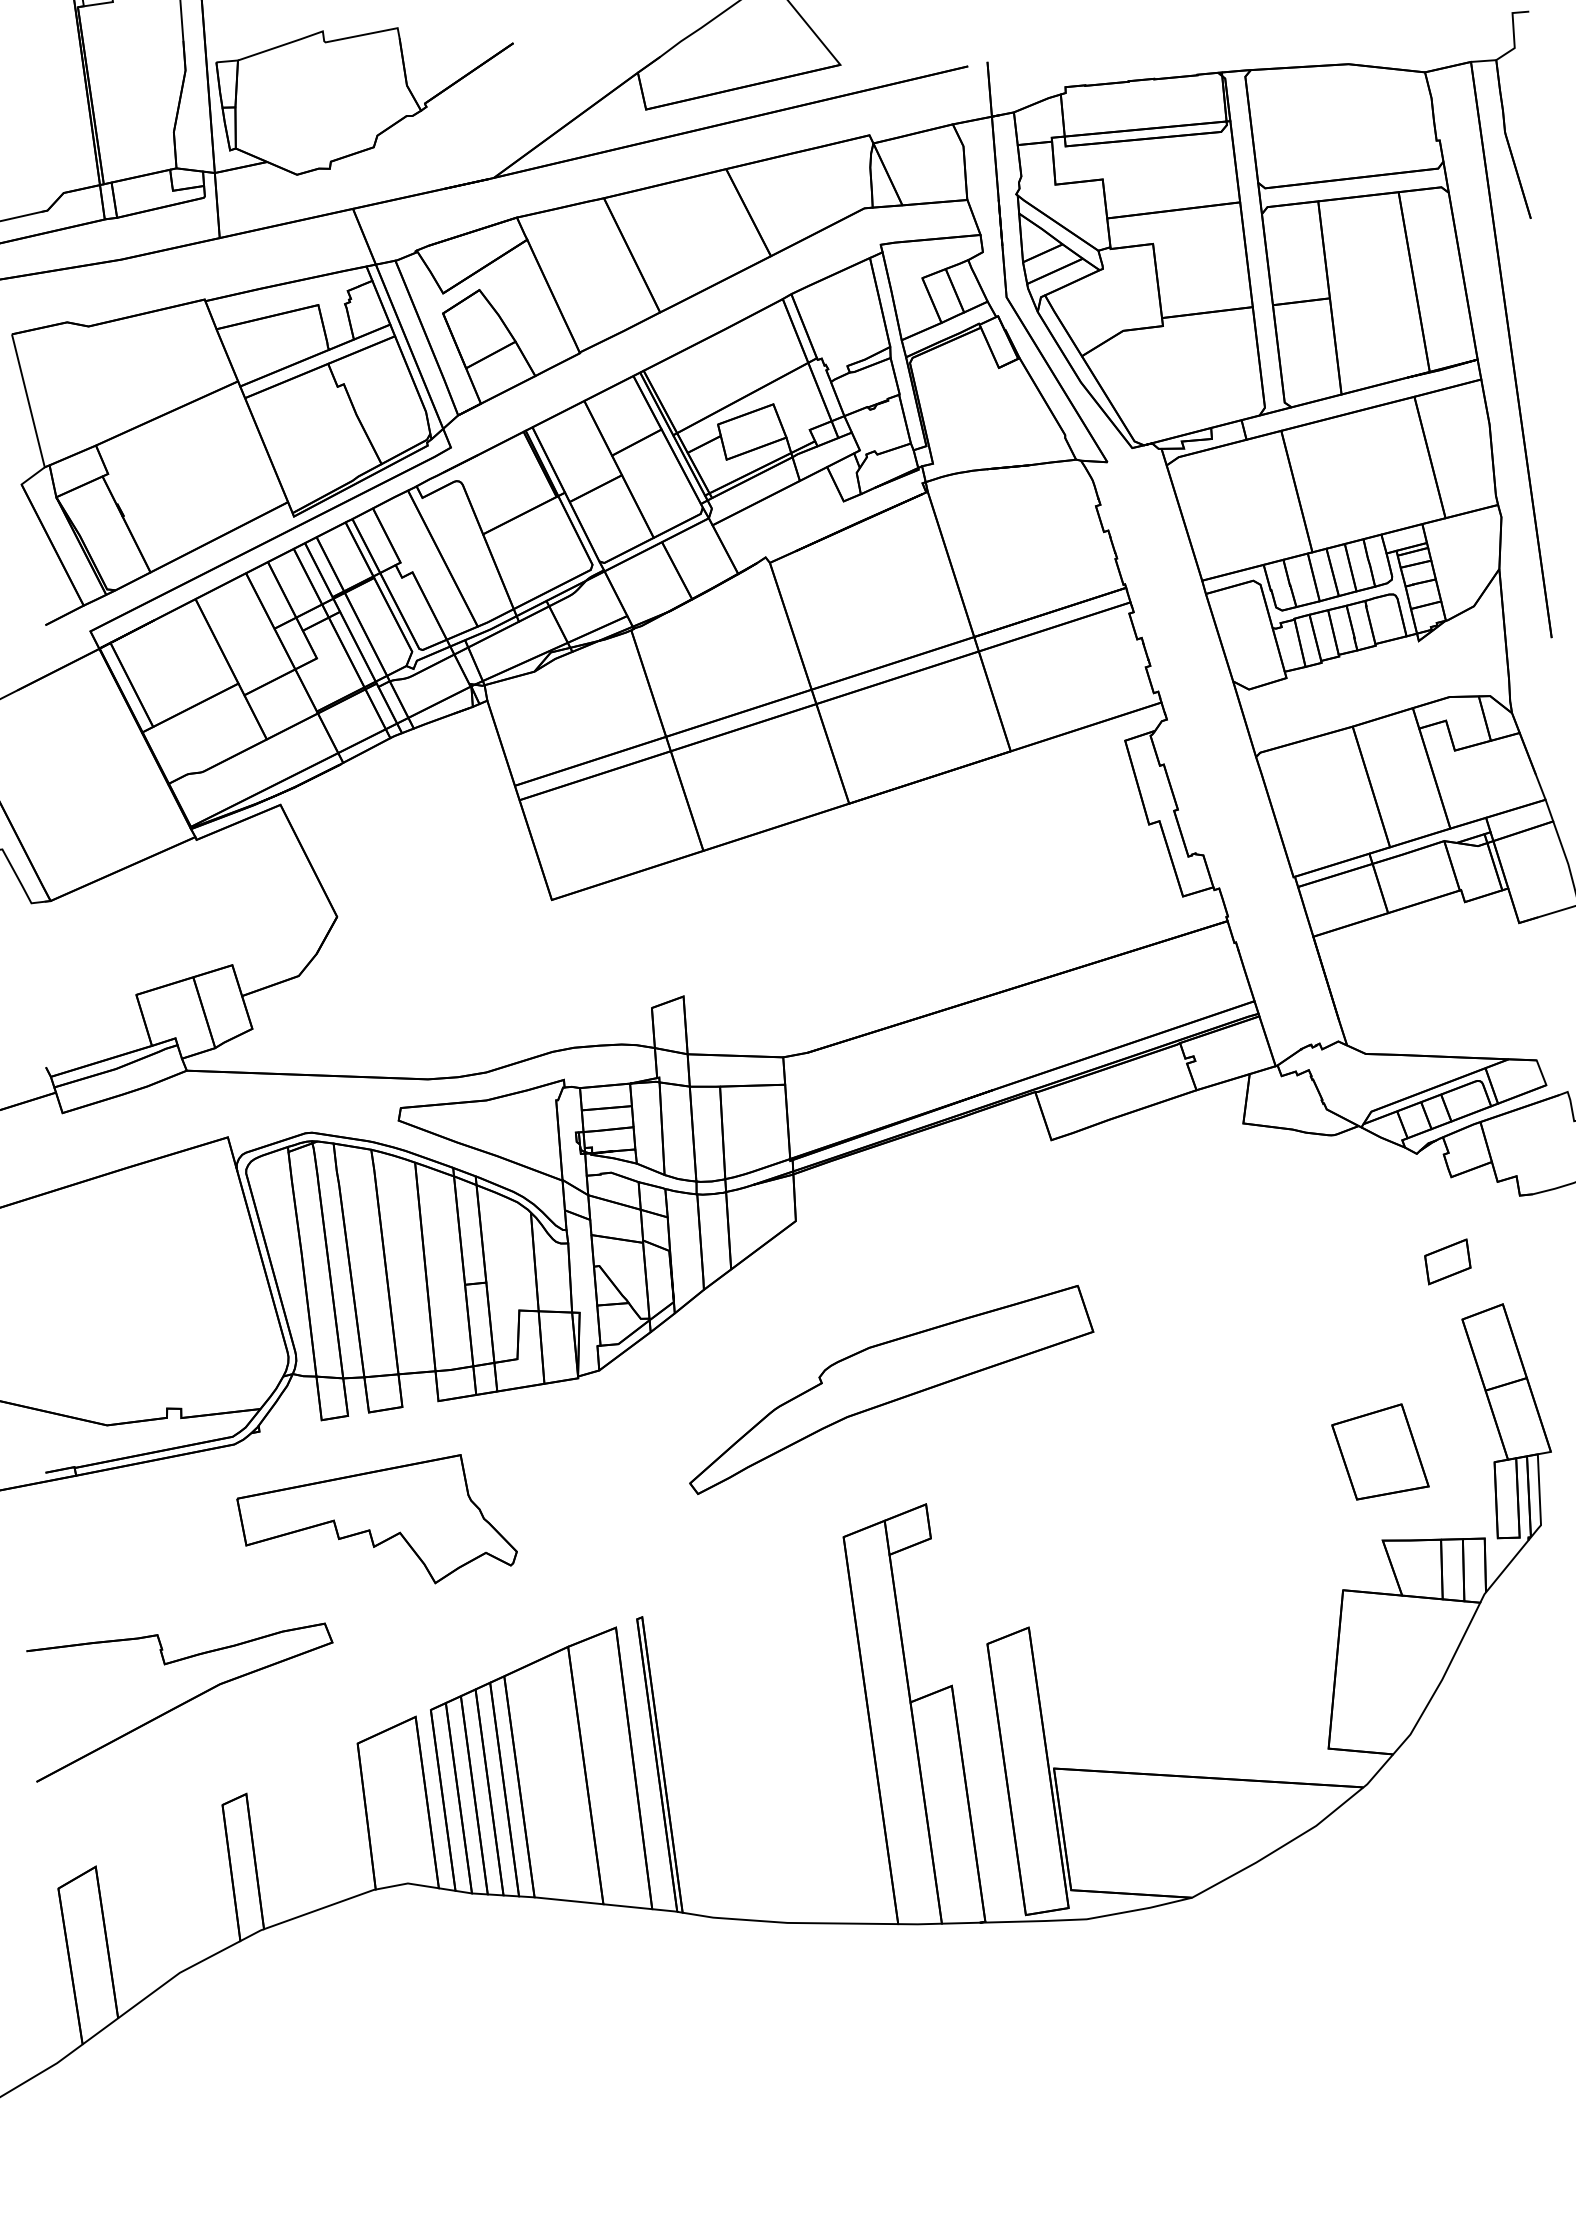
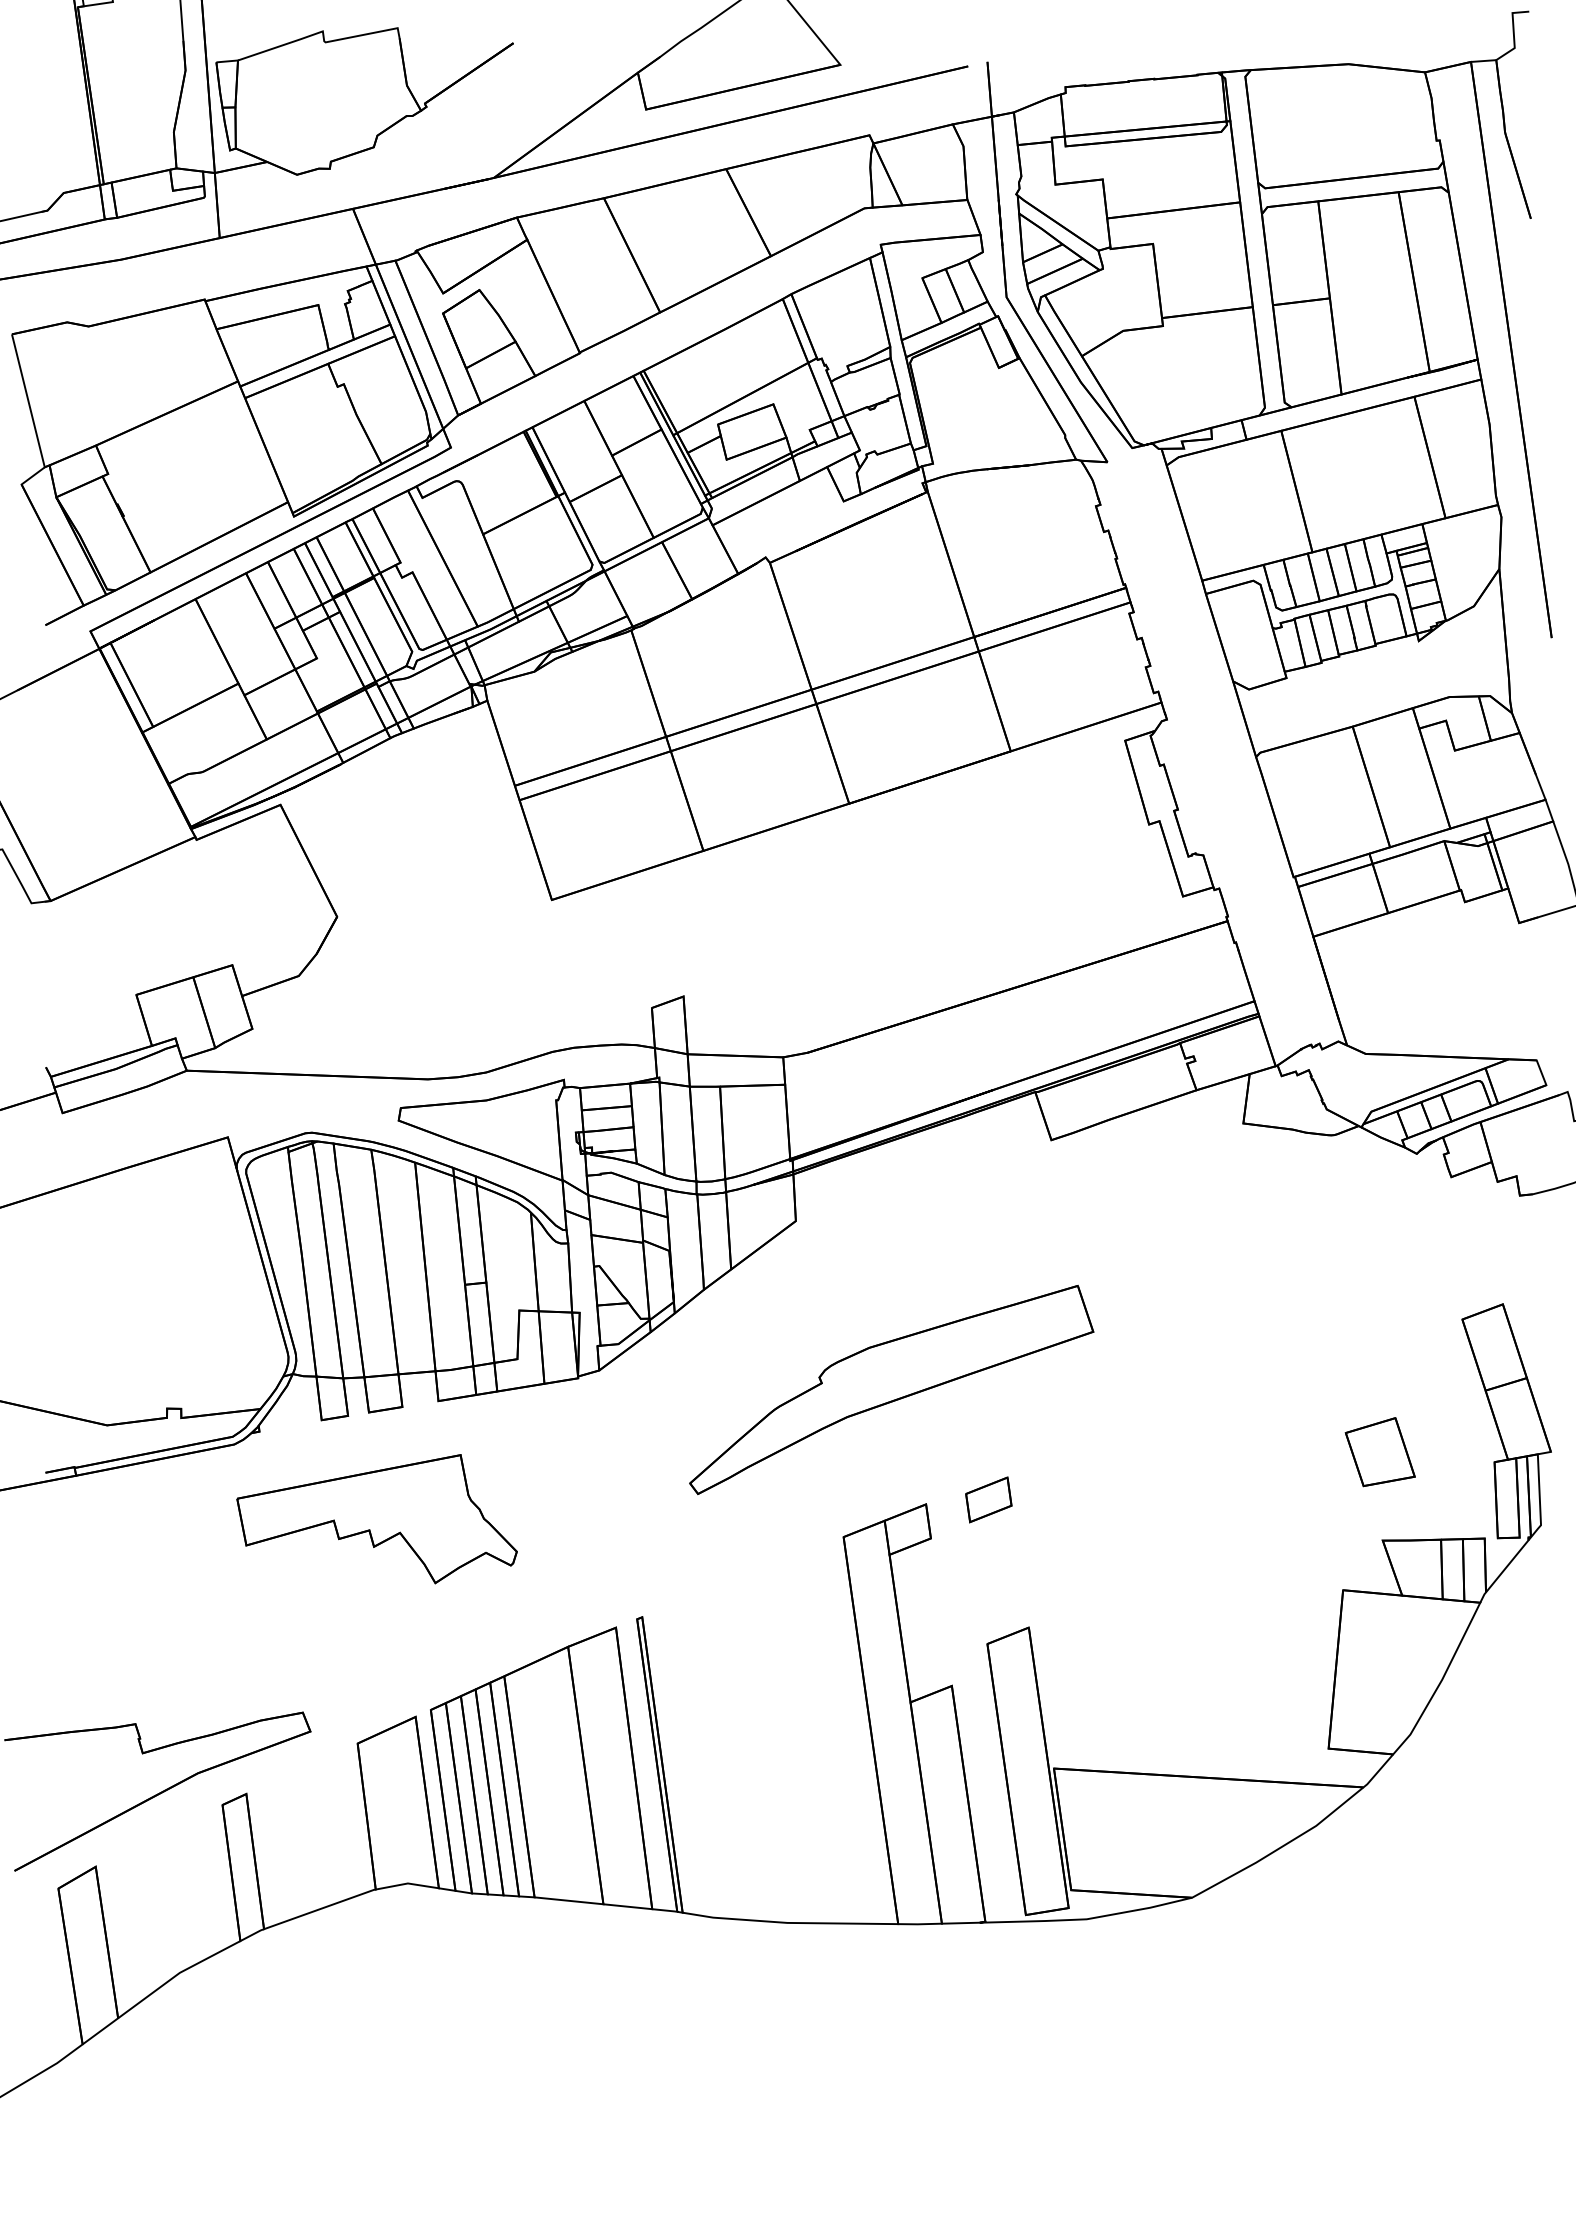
part at (1447, 1261) position: (1447, 1261) -> (988, 1499)
part at (1380, 1451) size: 99x98 px -> 72x71 px
part at (179, 1702) position: (179, 1702) -> (157, 1791)
